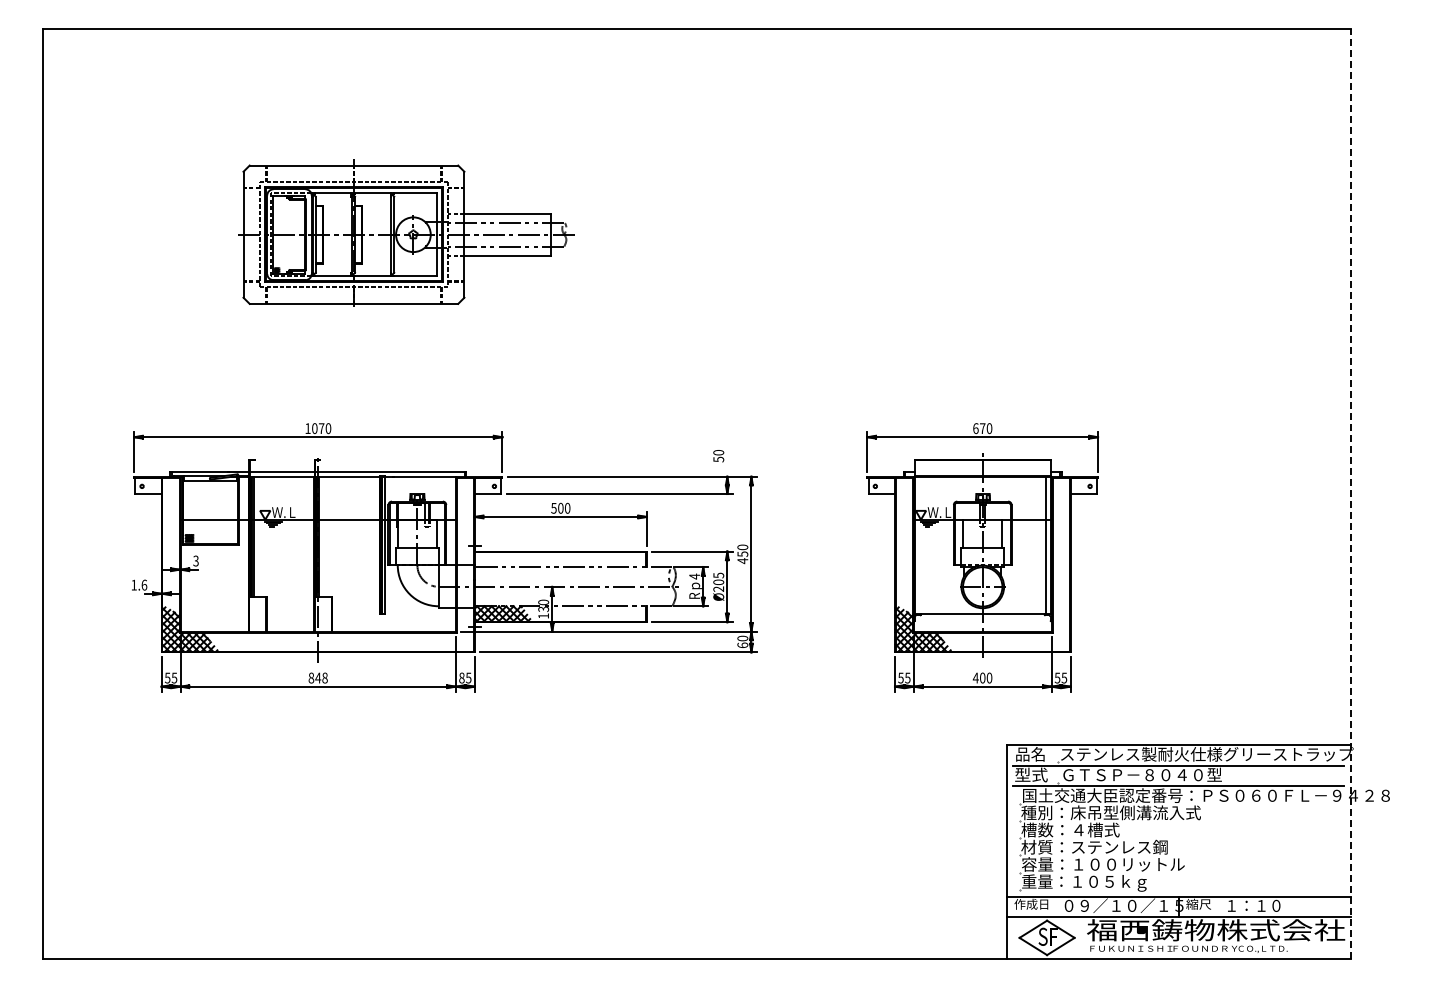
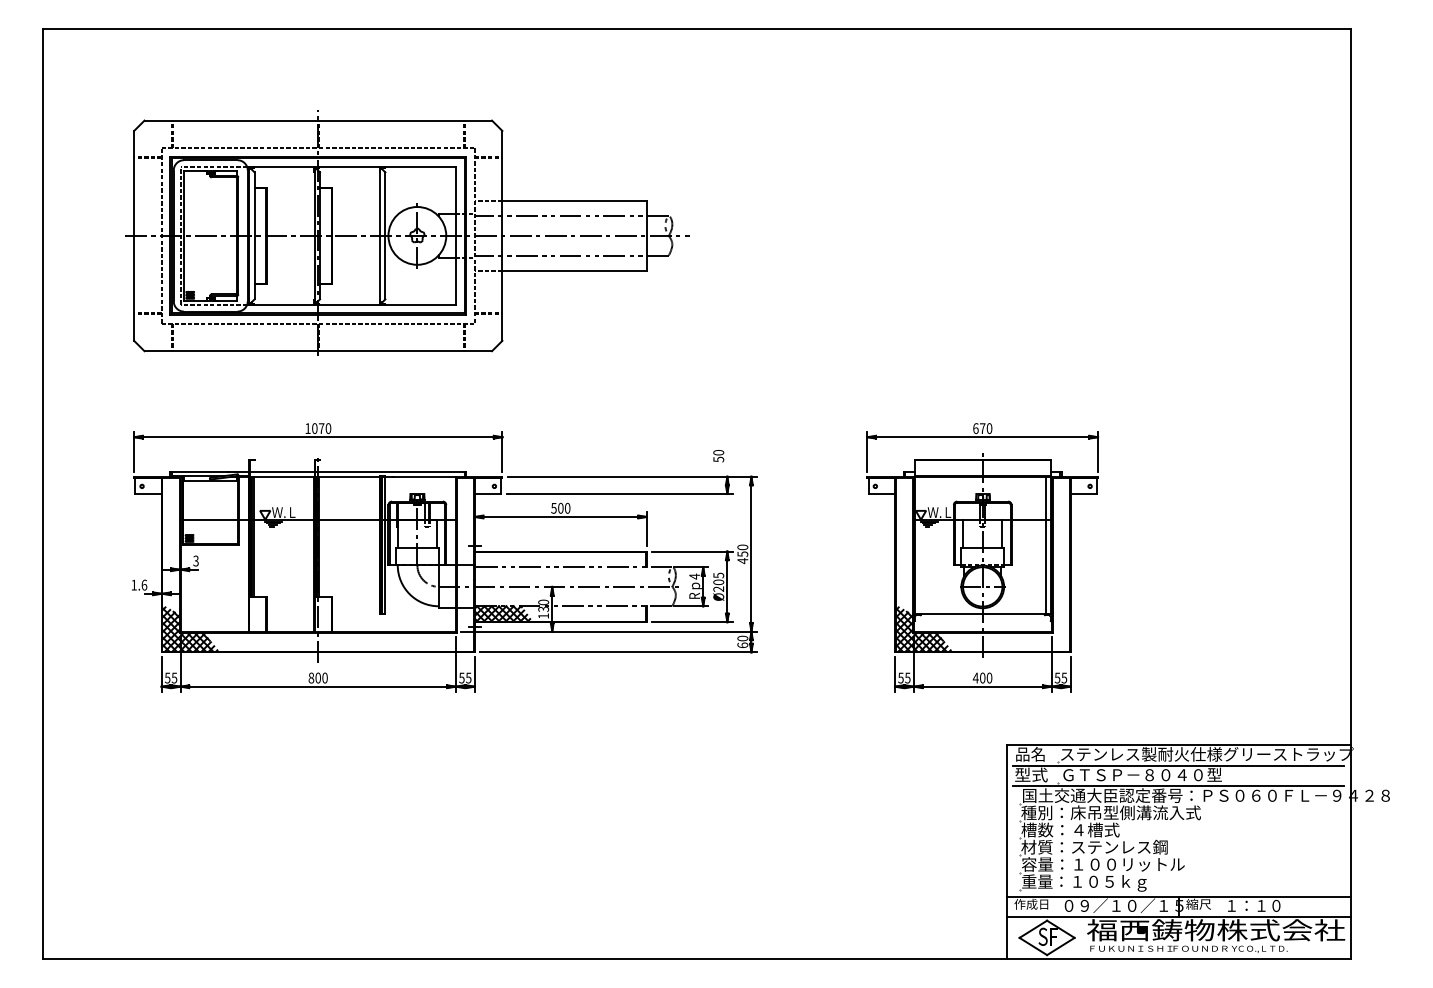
part at (406, 232) size: 337x148 px -> 565x246 px
line at (1350, 493): dashed -> solid
text at (321, 677): 848 -> 800
text at (461, 677): 85 -> 55
